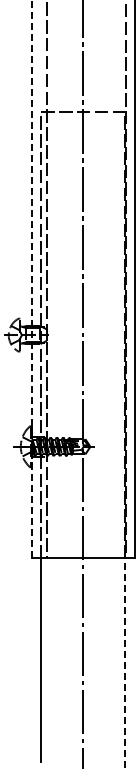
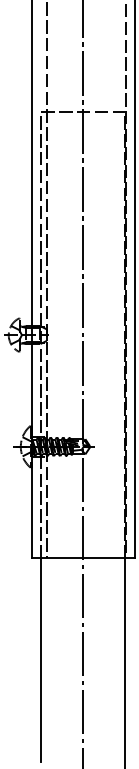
line at (31, 279): dashed -> solid
line at (125, 663): dashed -> solid
